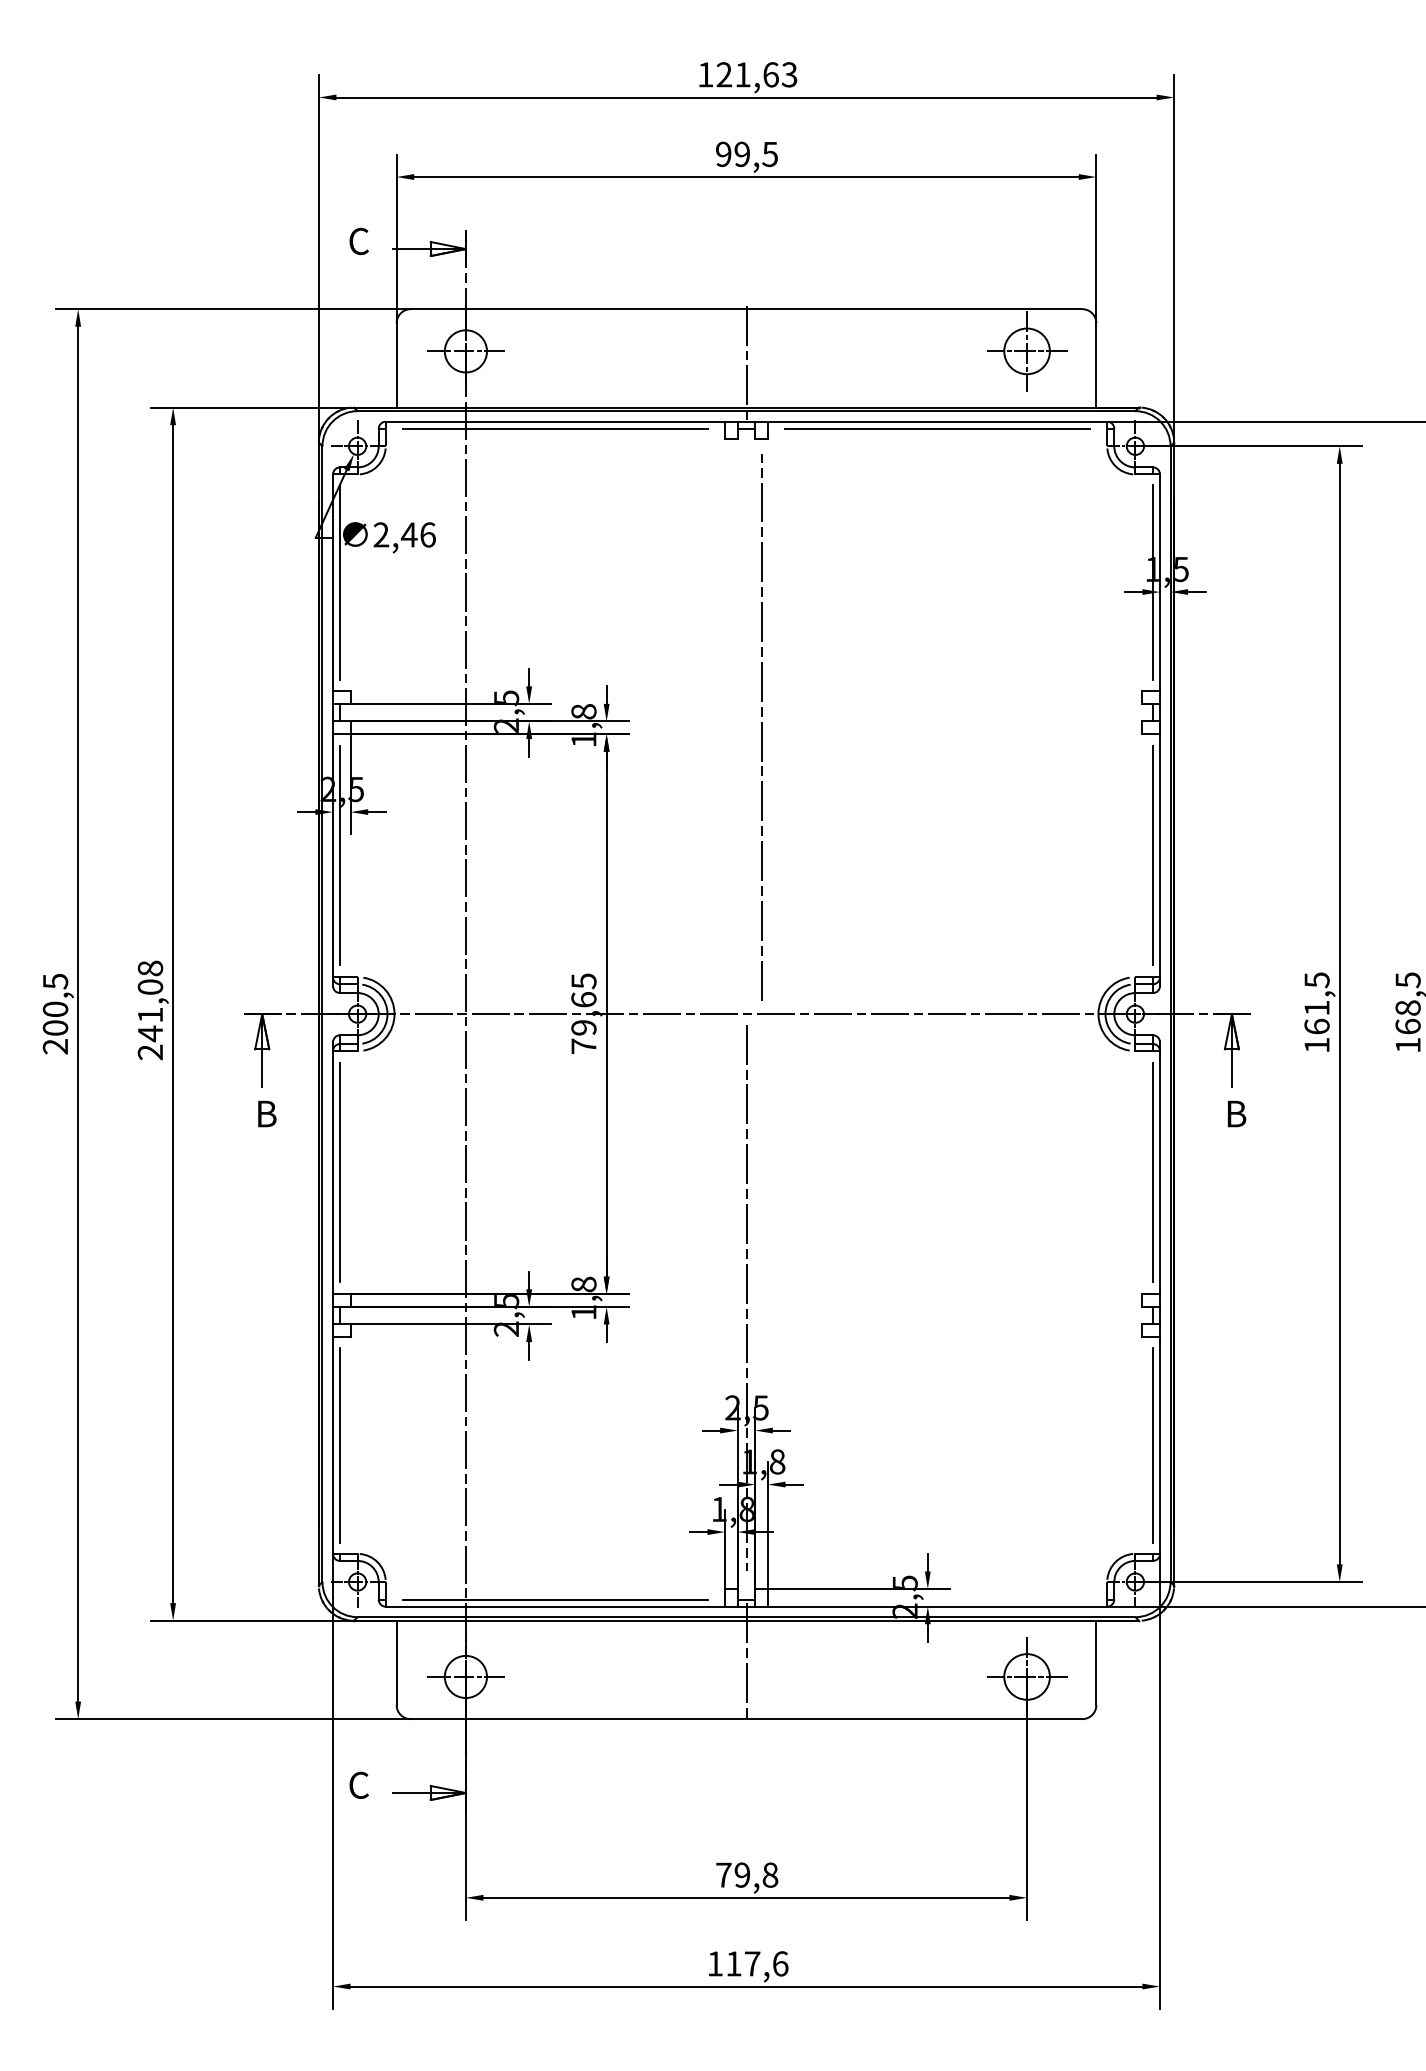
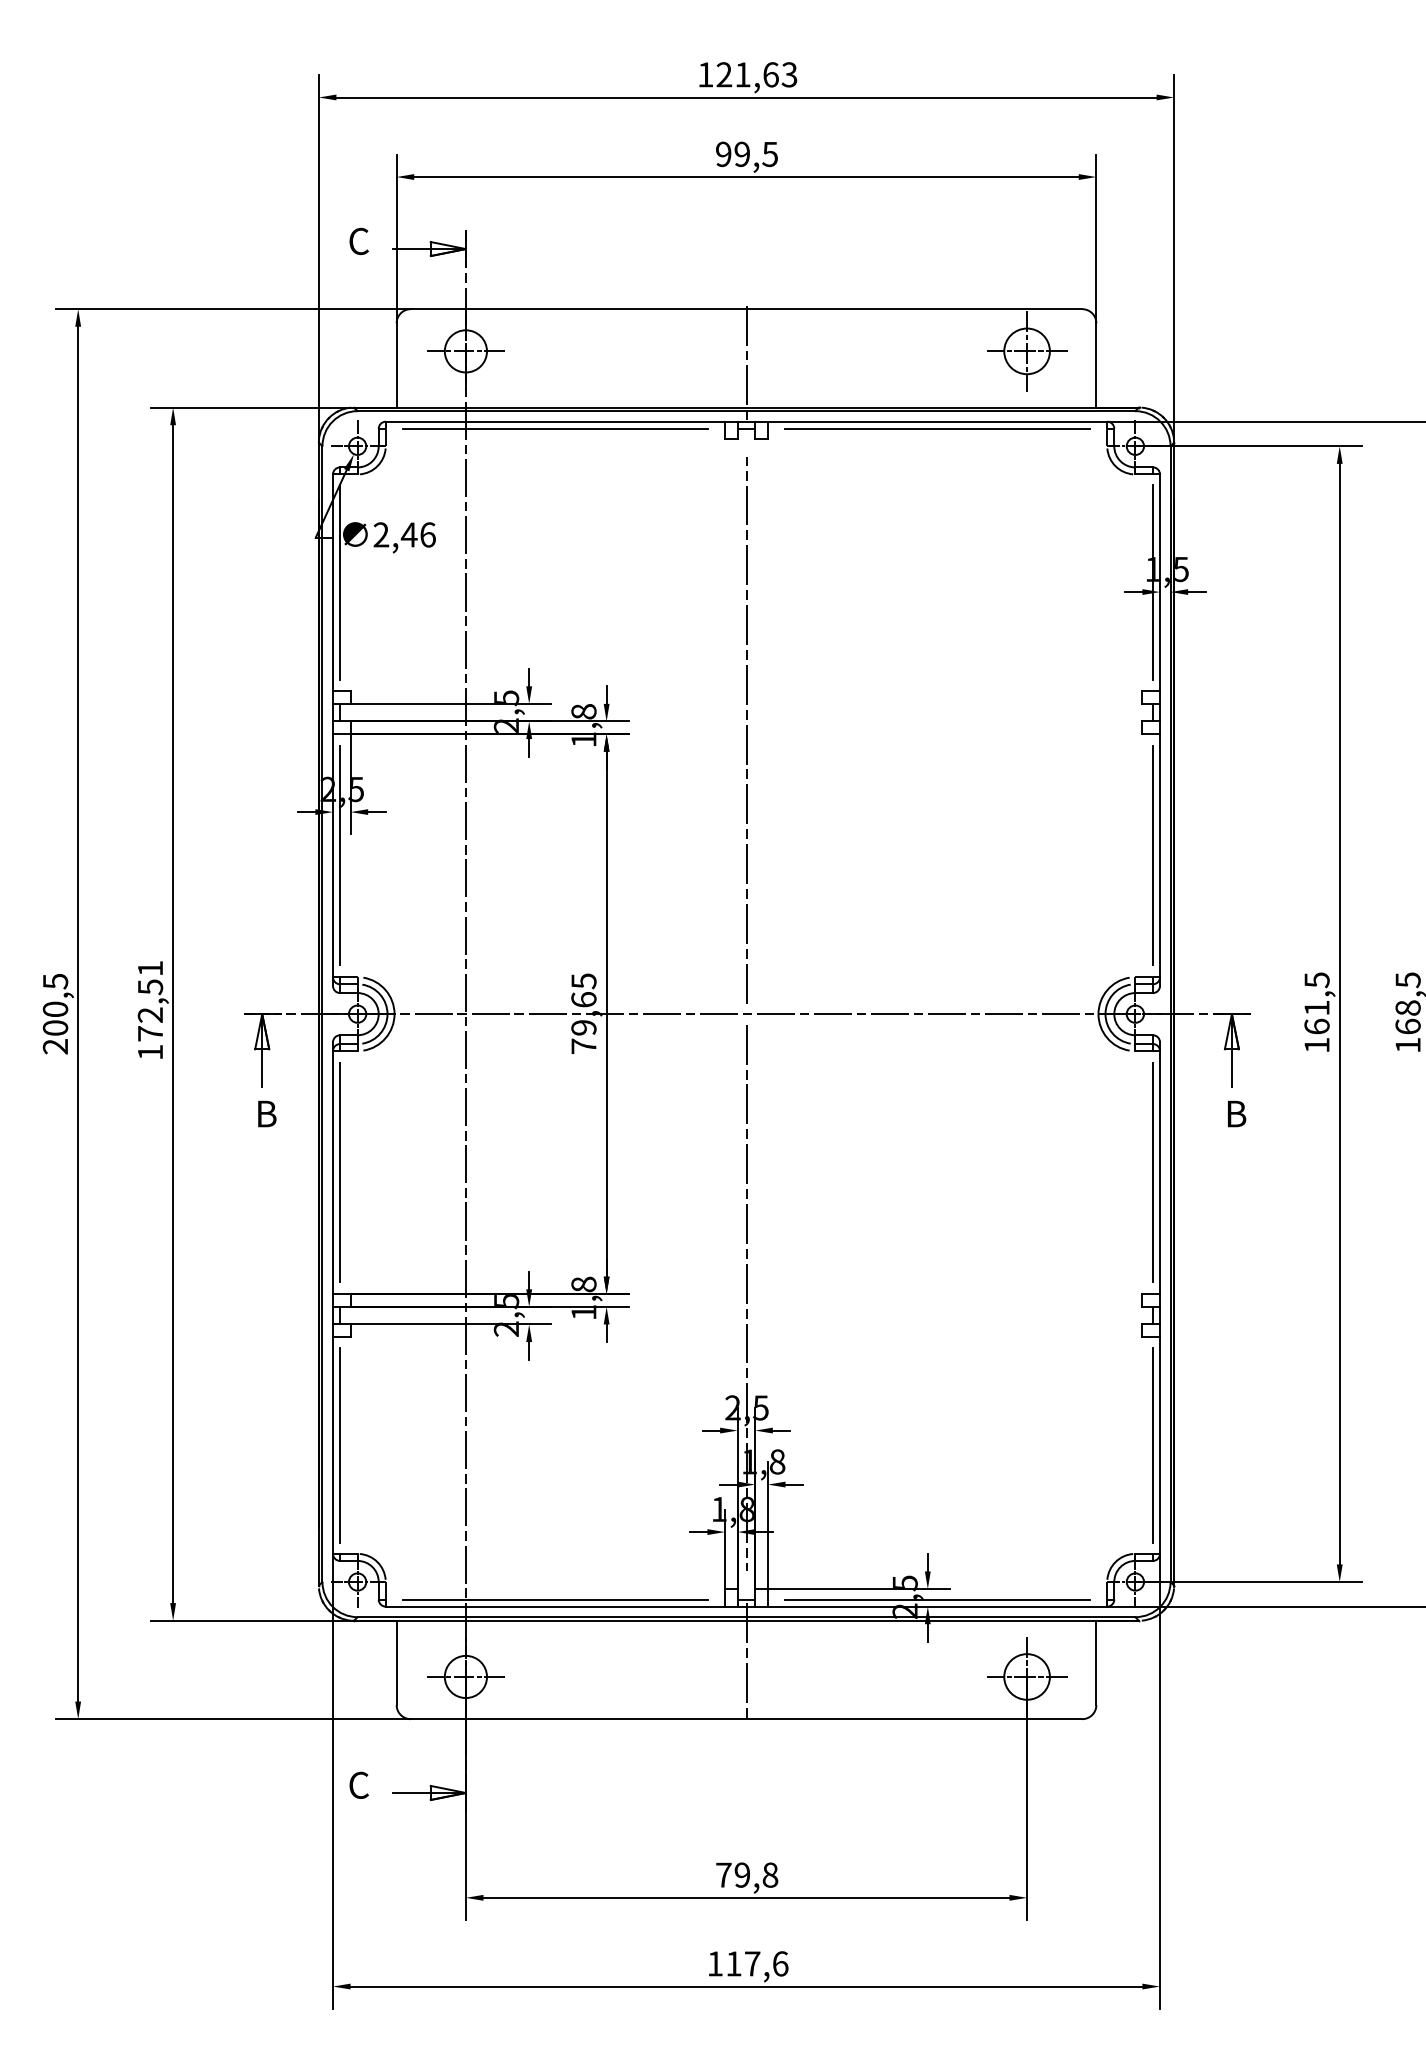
line at (761, 727) position: (761, 727) -> (746, 730)
text at (150, 1010): 241,08 -> 172,51
line at (937, 1599): none -> present
